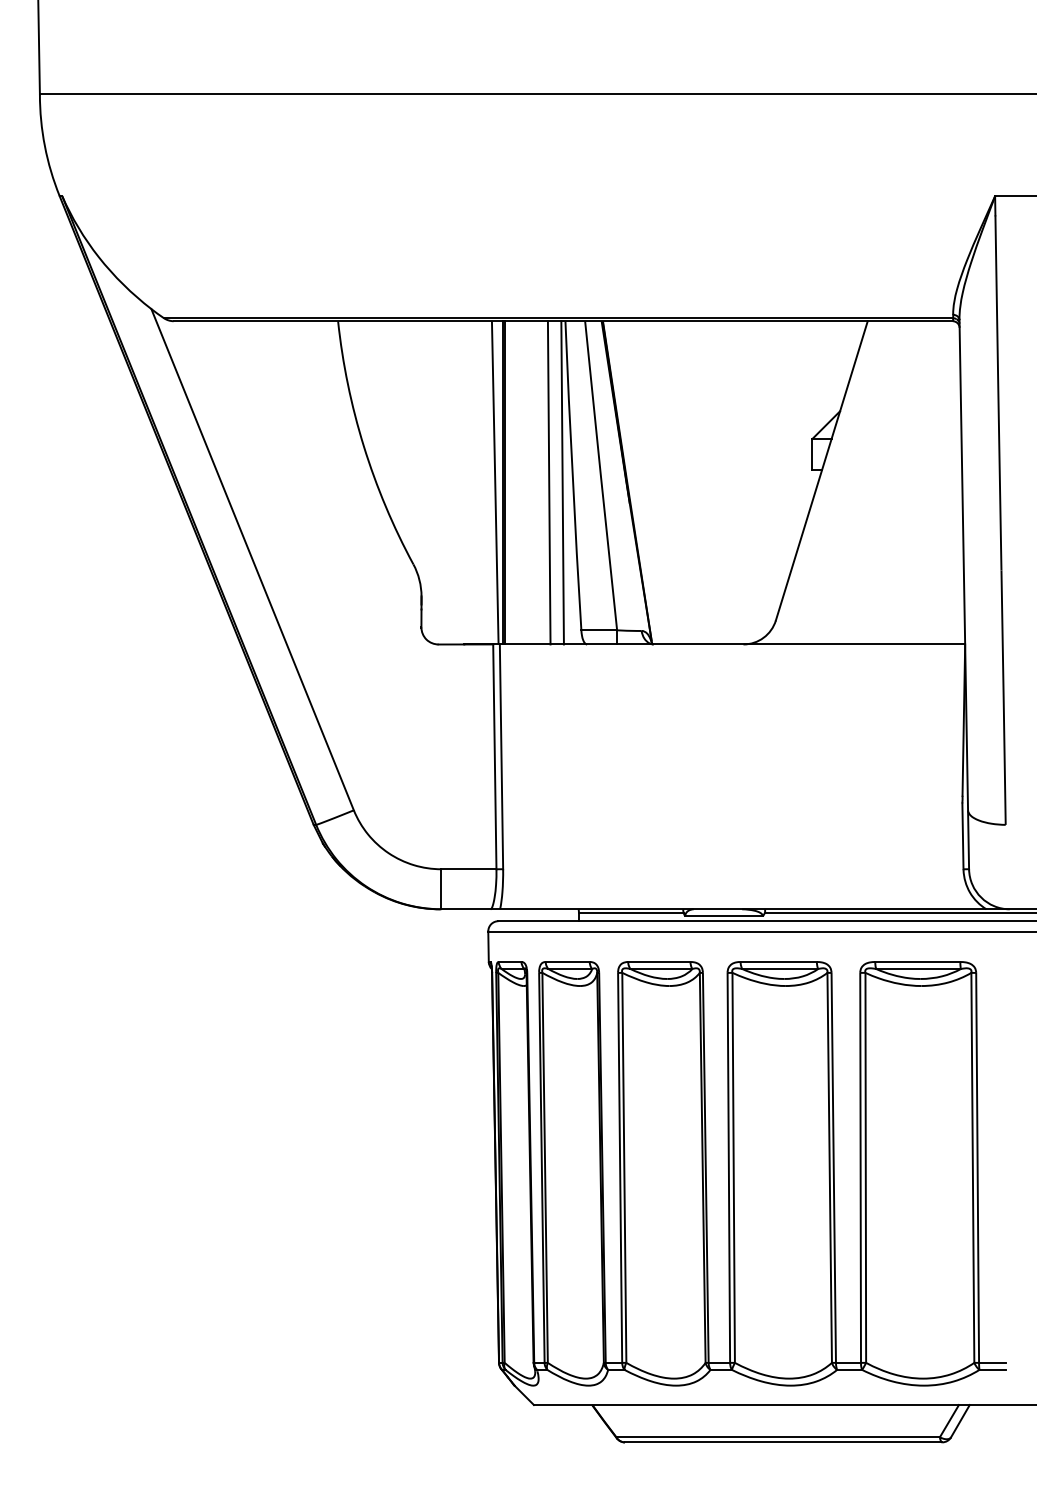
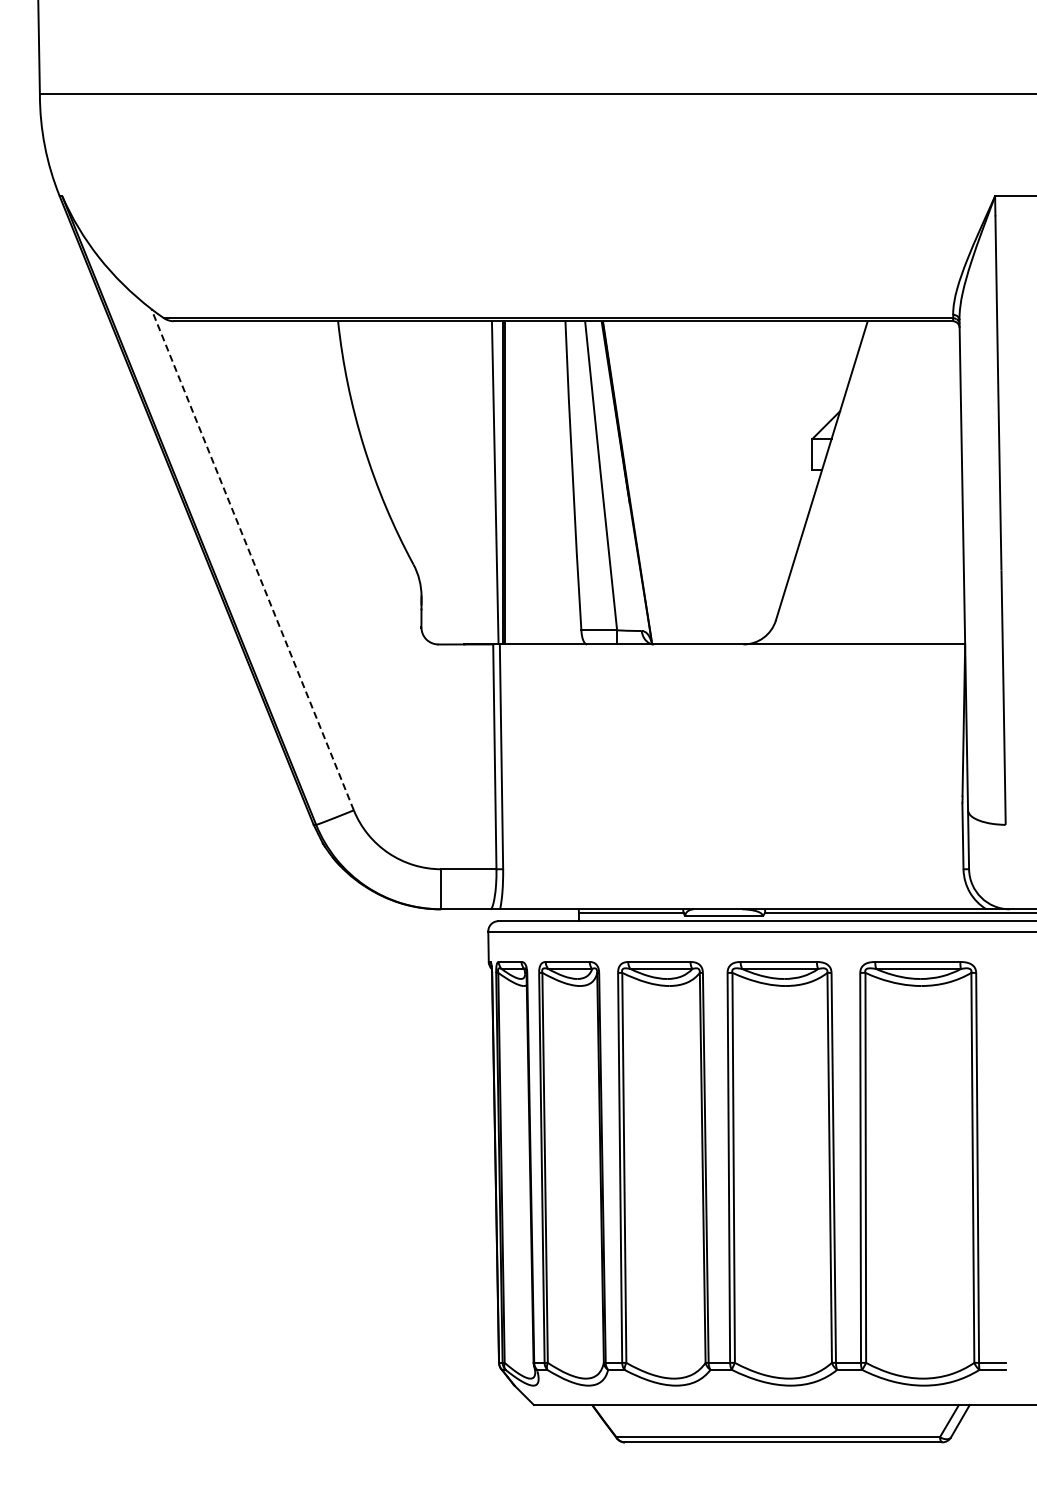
line at (548, 482): present -> none
line at (562, 482): present -> none
line at (252, 559): solid -> dashed
